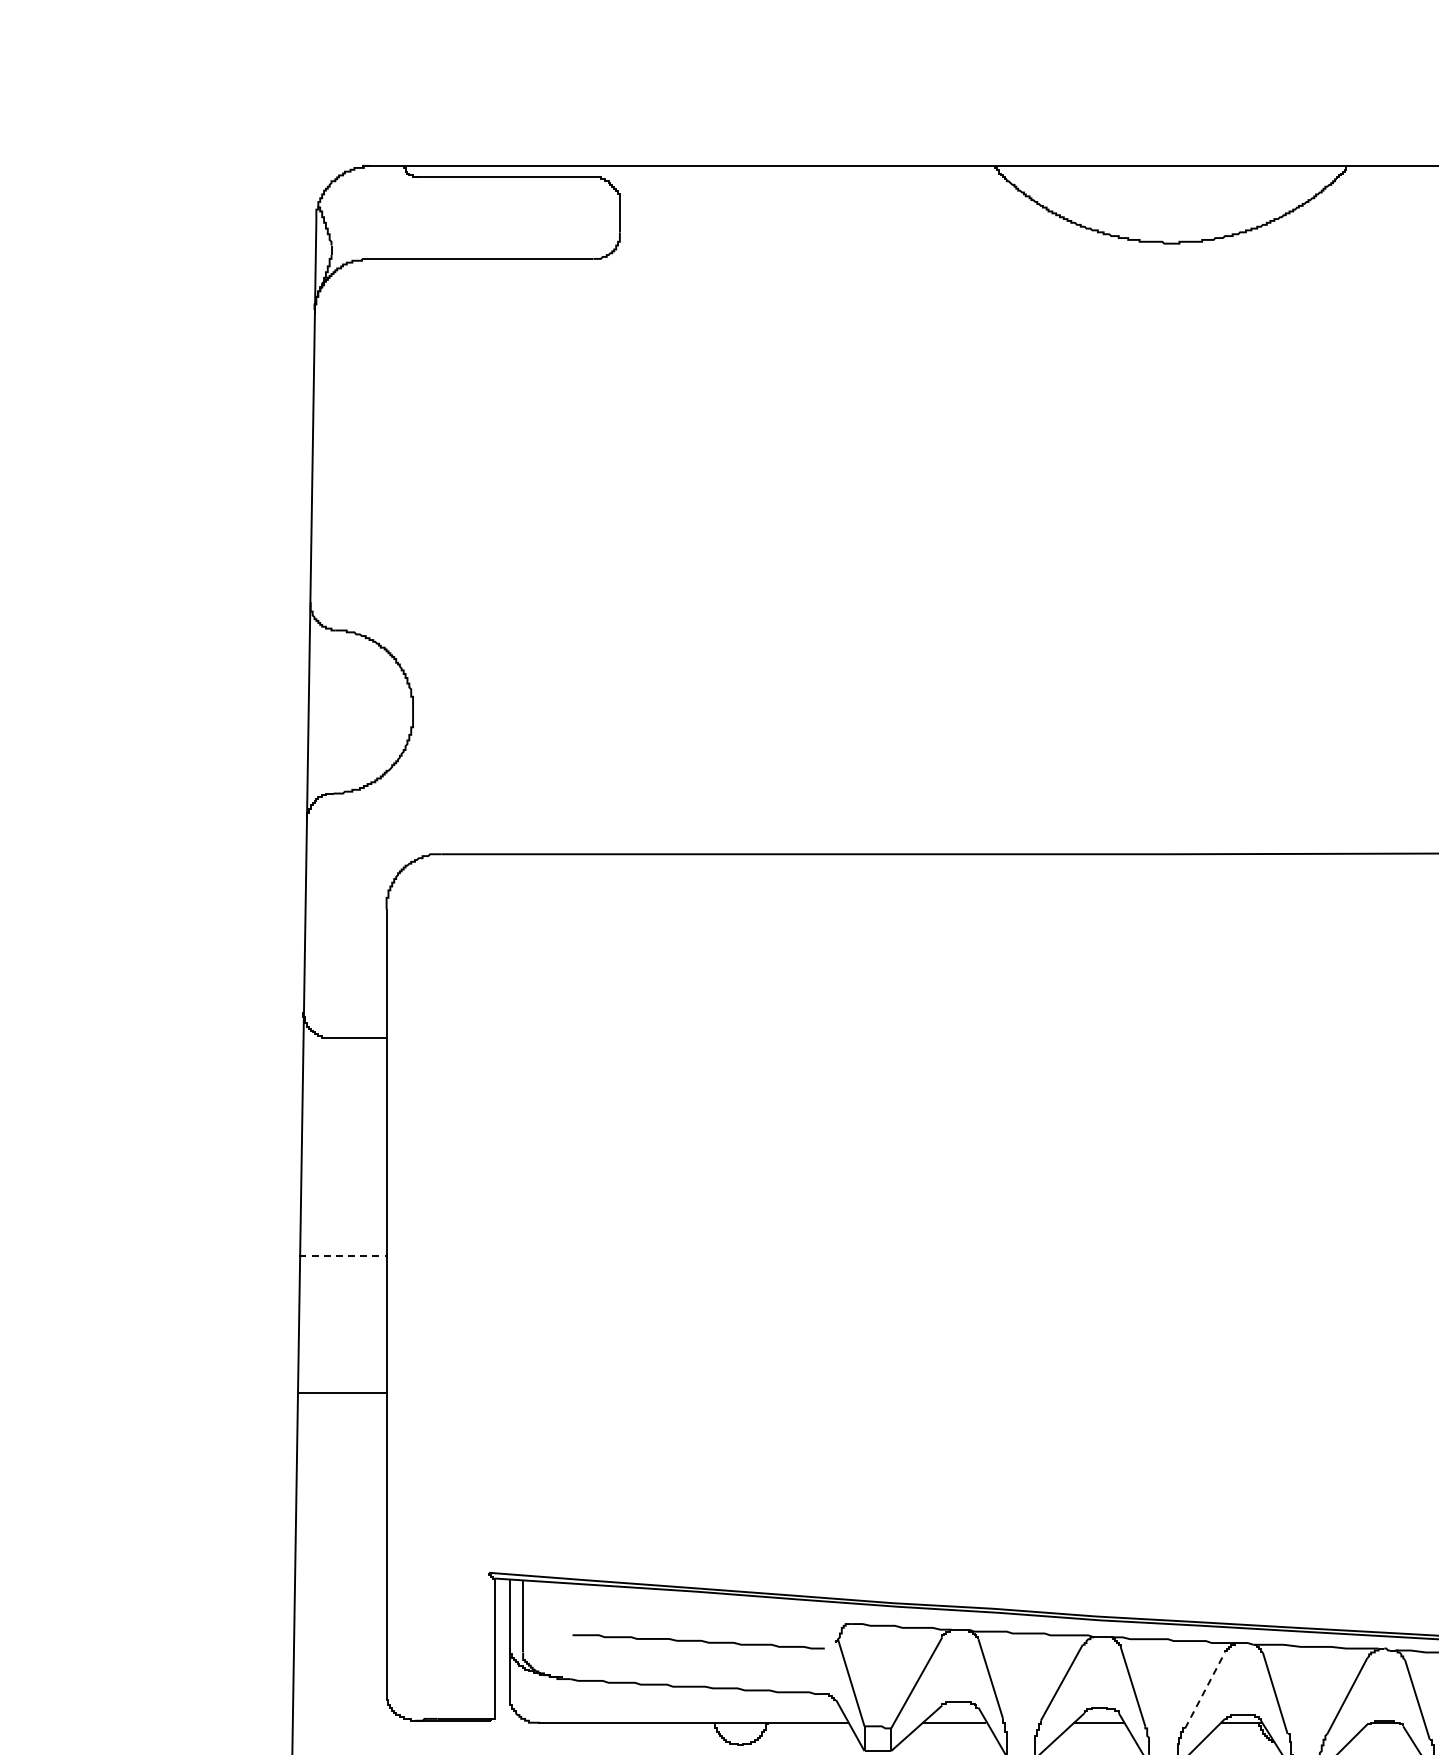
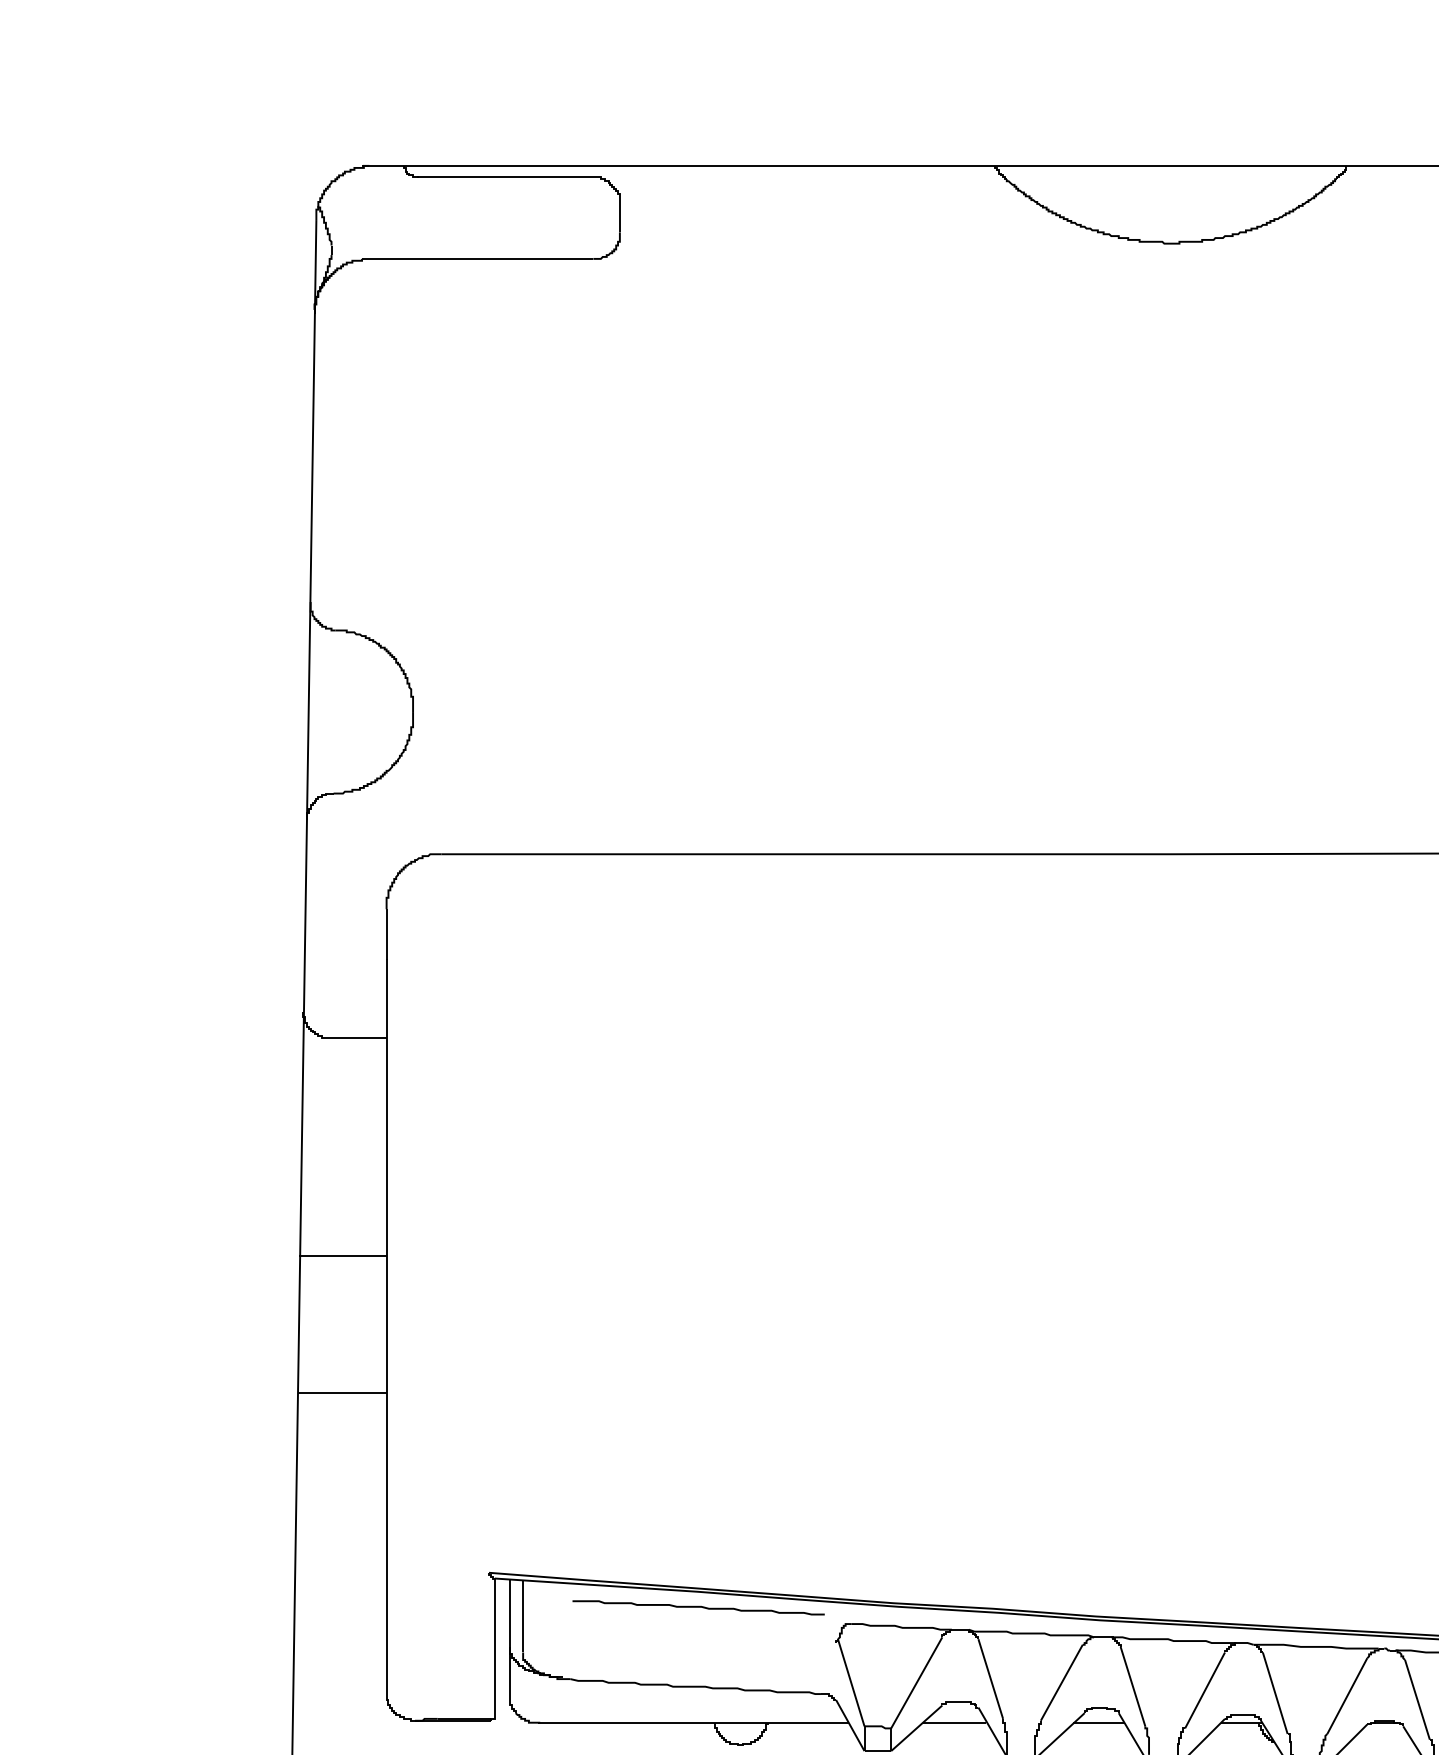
line at (342, 1256): dashed -> solid
curve at (698, 1641) position: (698, 1641) -> (698, 1607)
line at (1205, 1690): dashed -> solid
